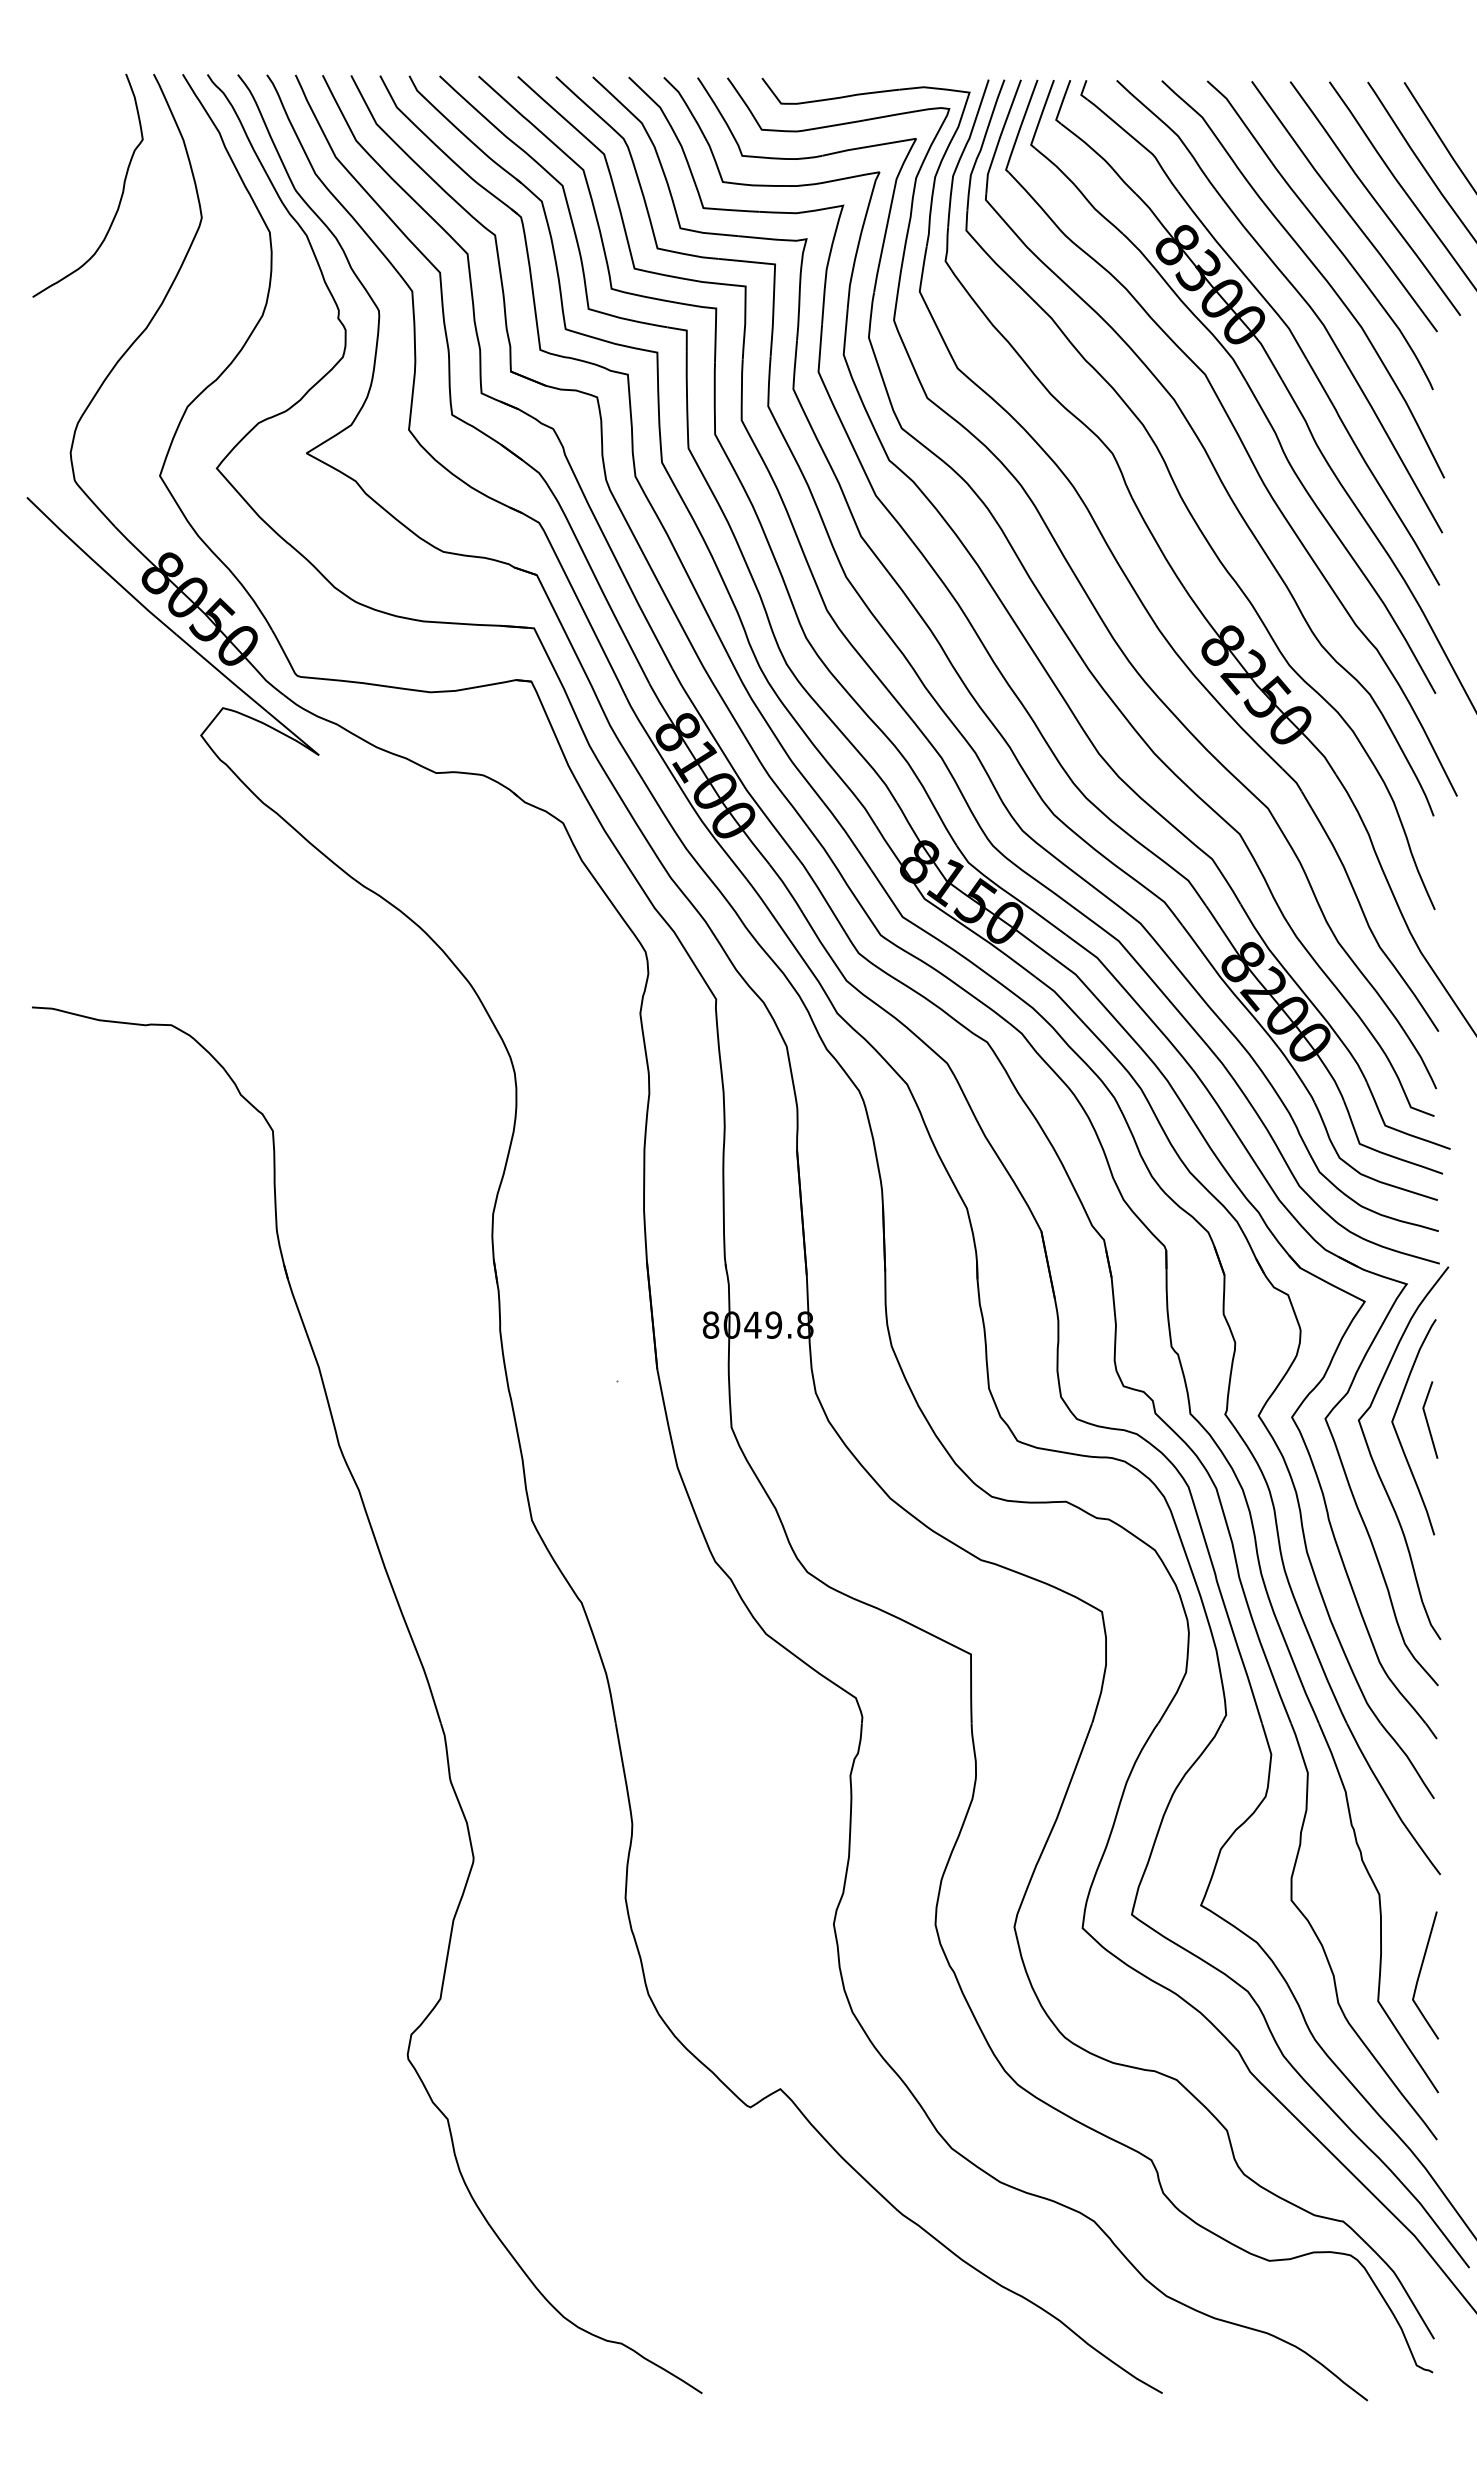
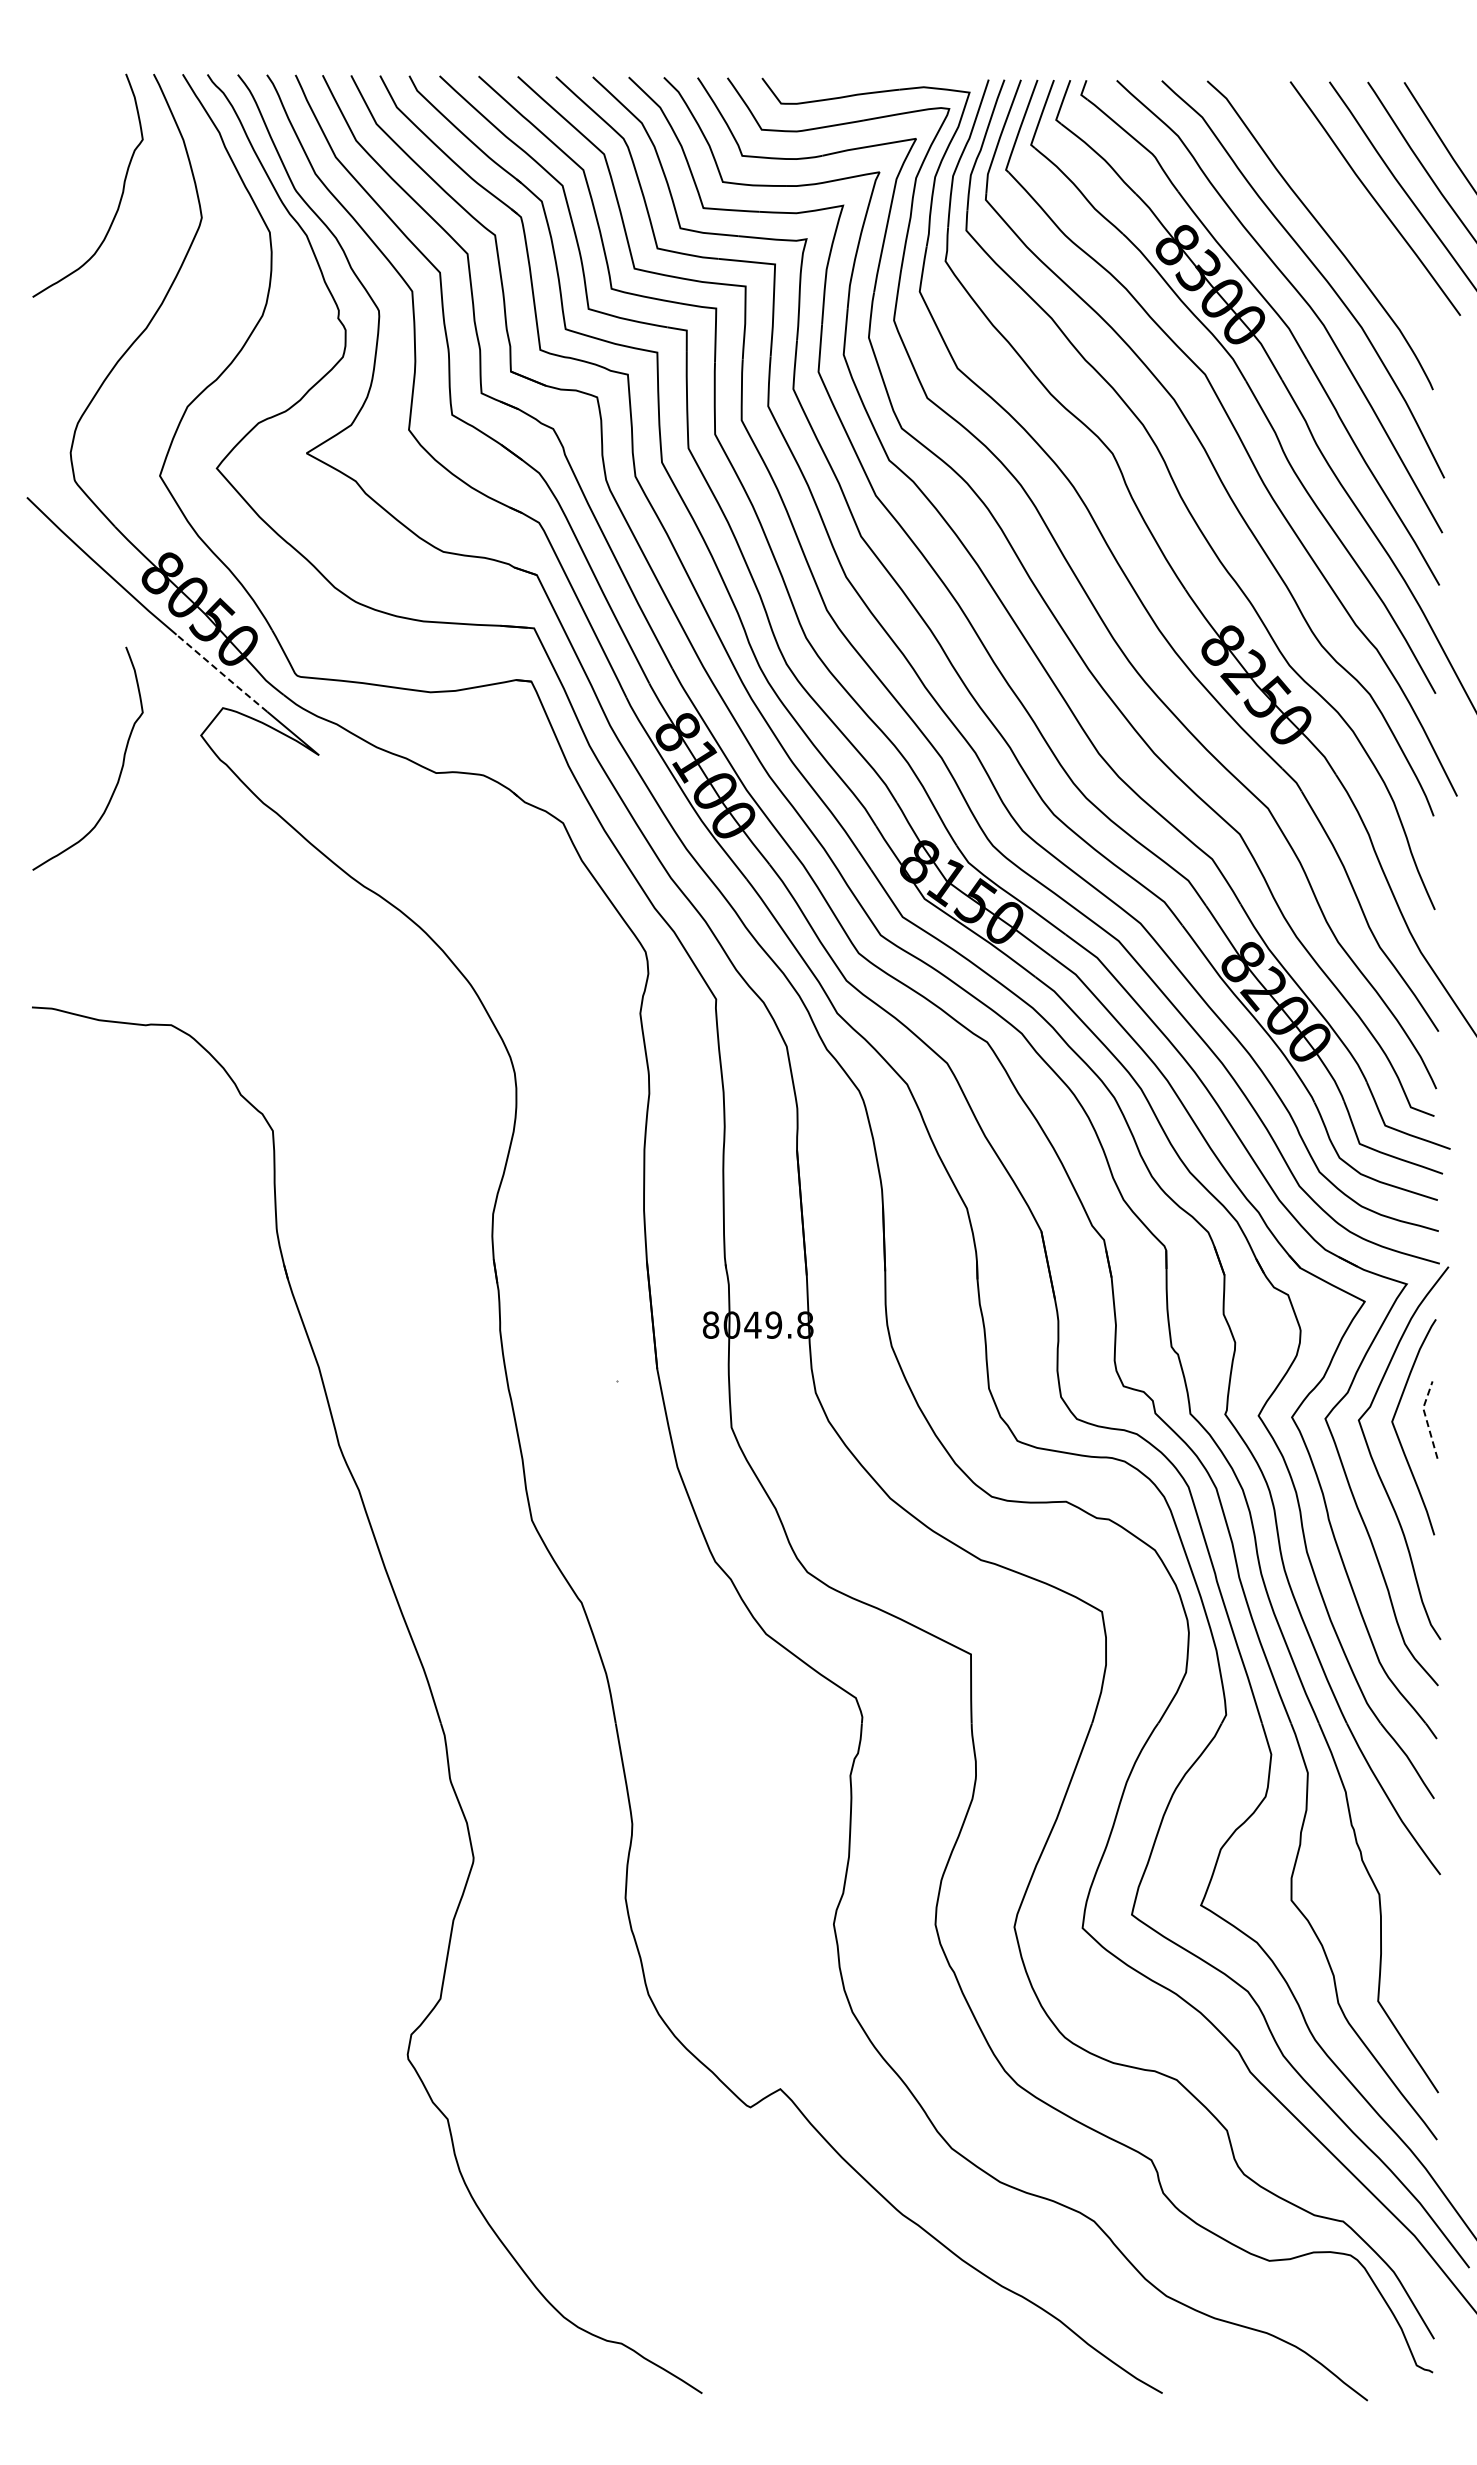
curve at (1344, 206): present -> none
line at (221, 673): solid -> dashed
curve at (121, 766): none -> present
line at (1426, 1418): solid -> dashed
line at (1420, 1974): present -> none
